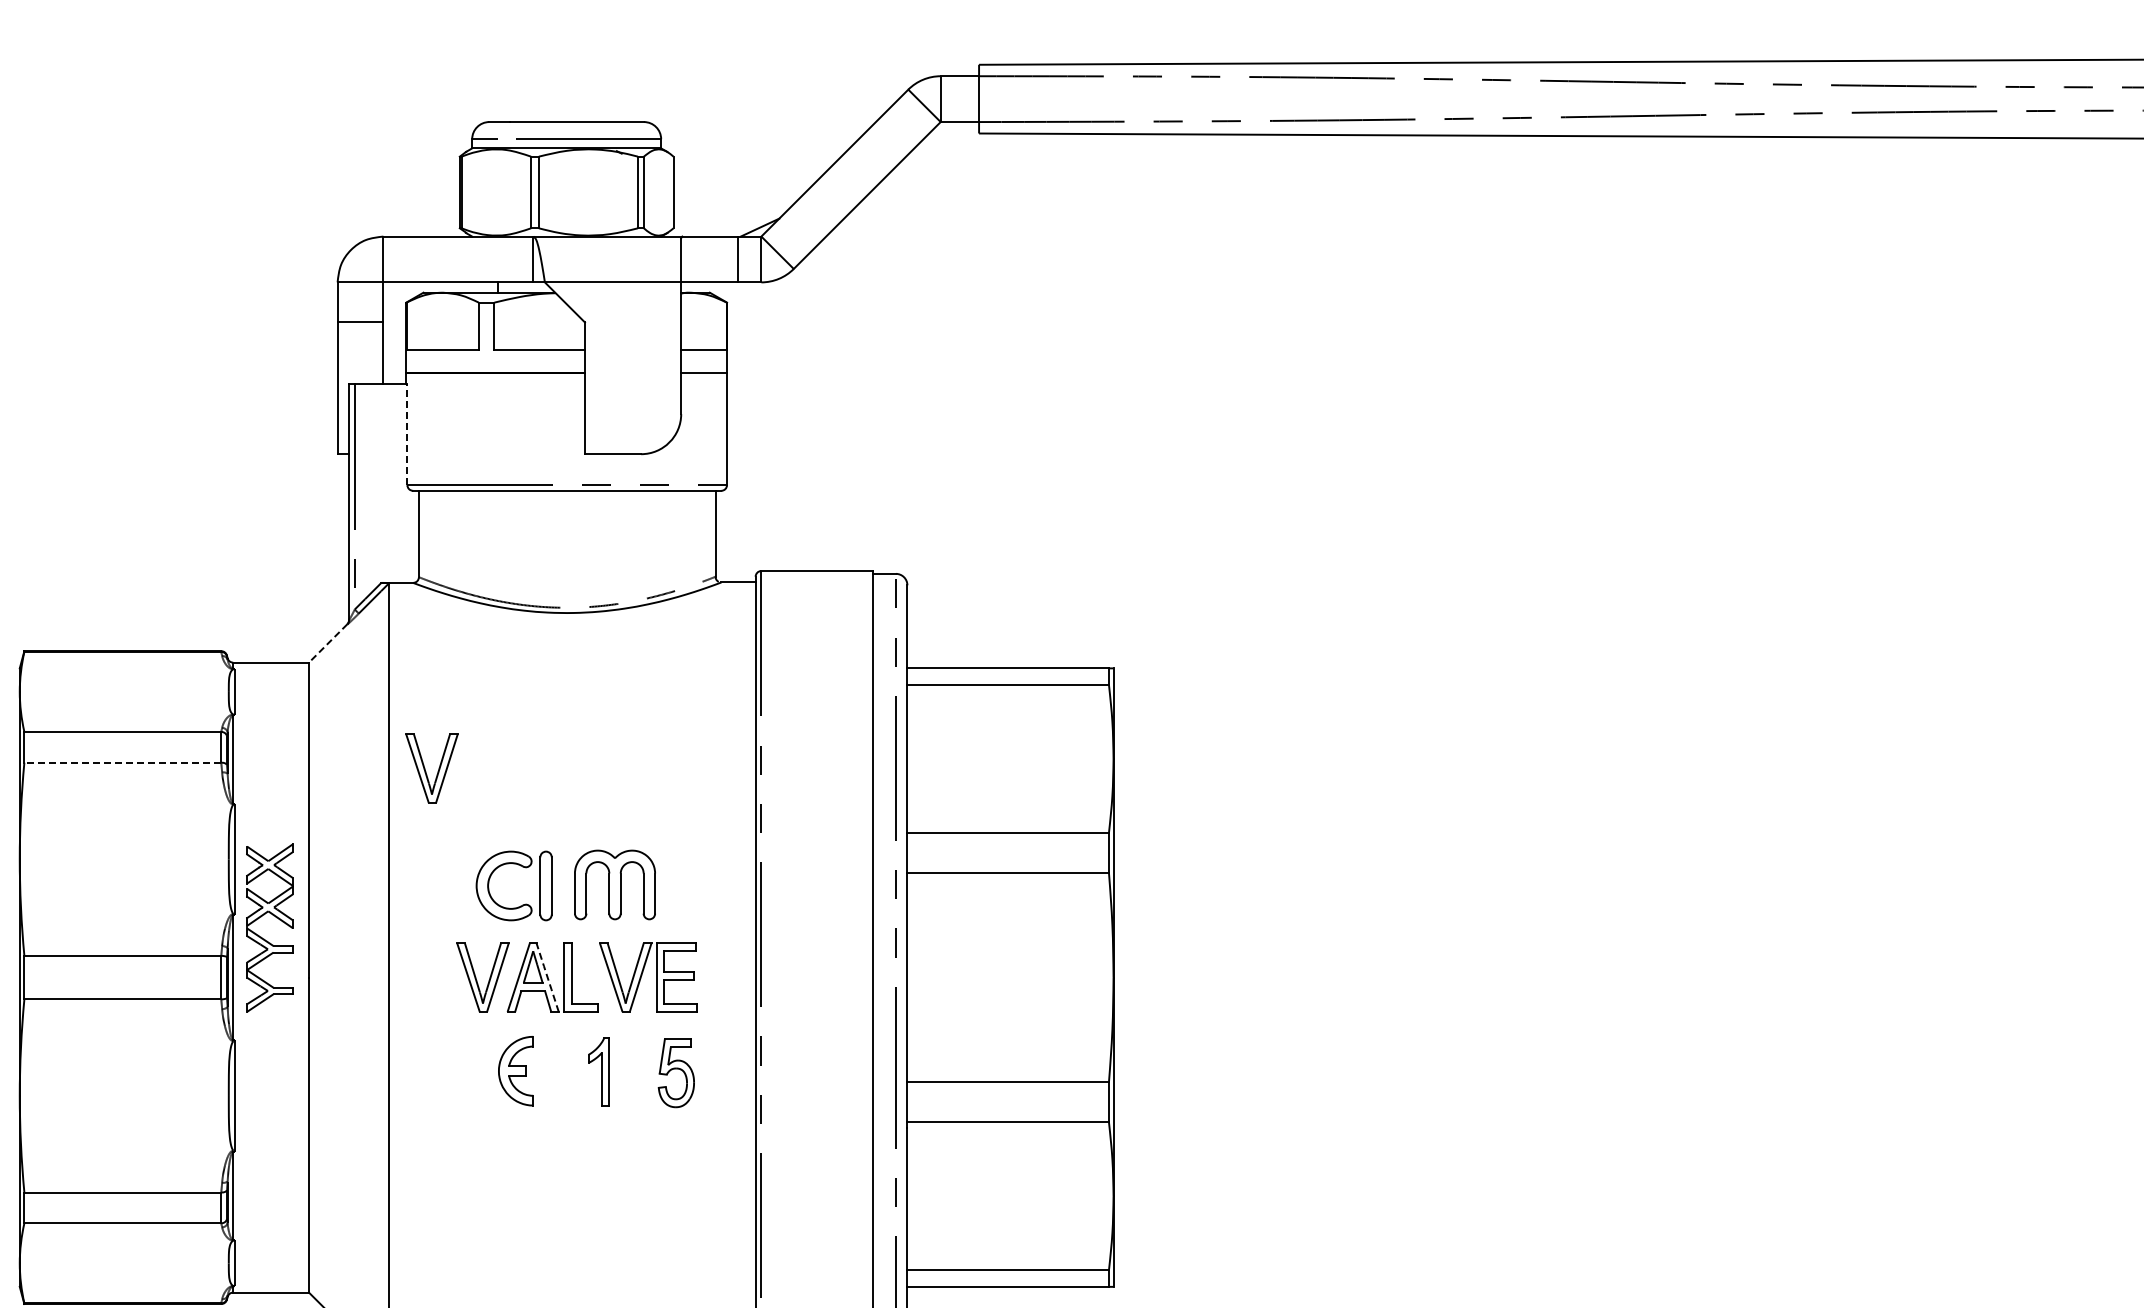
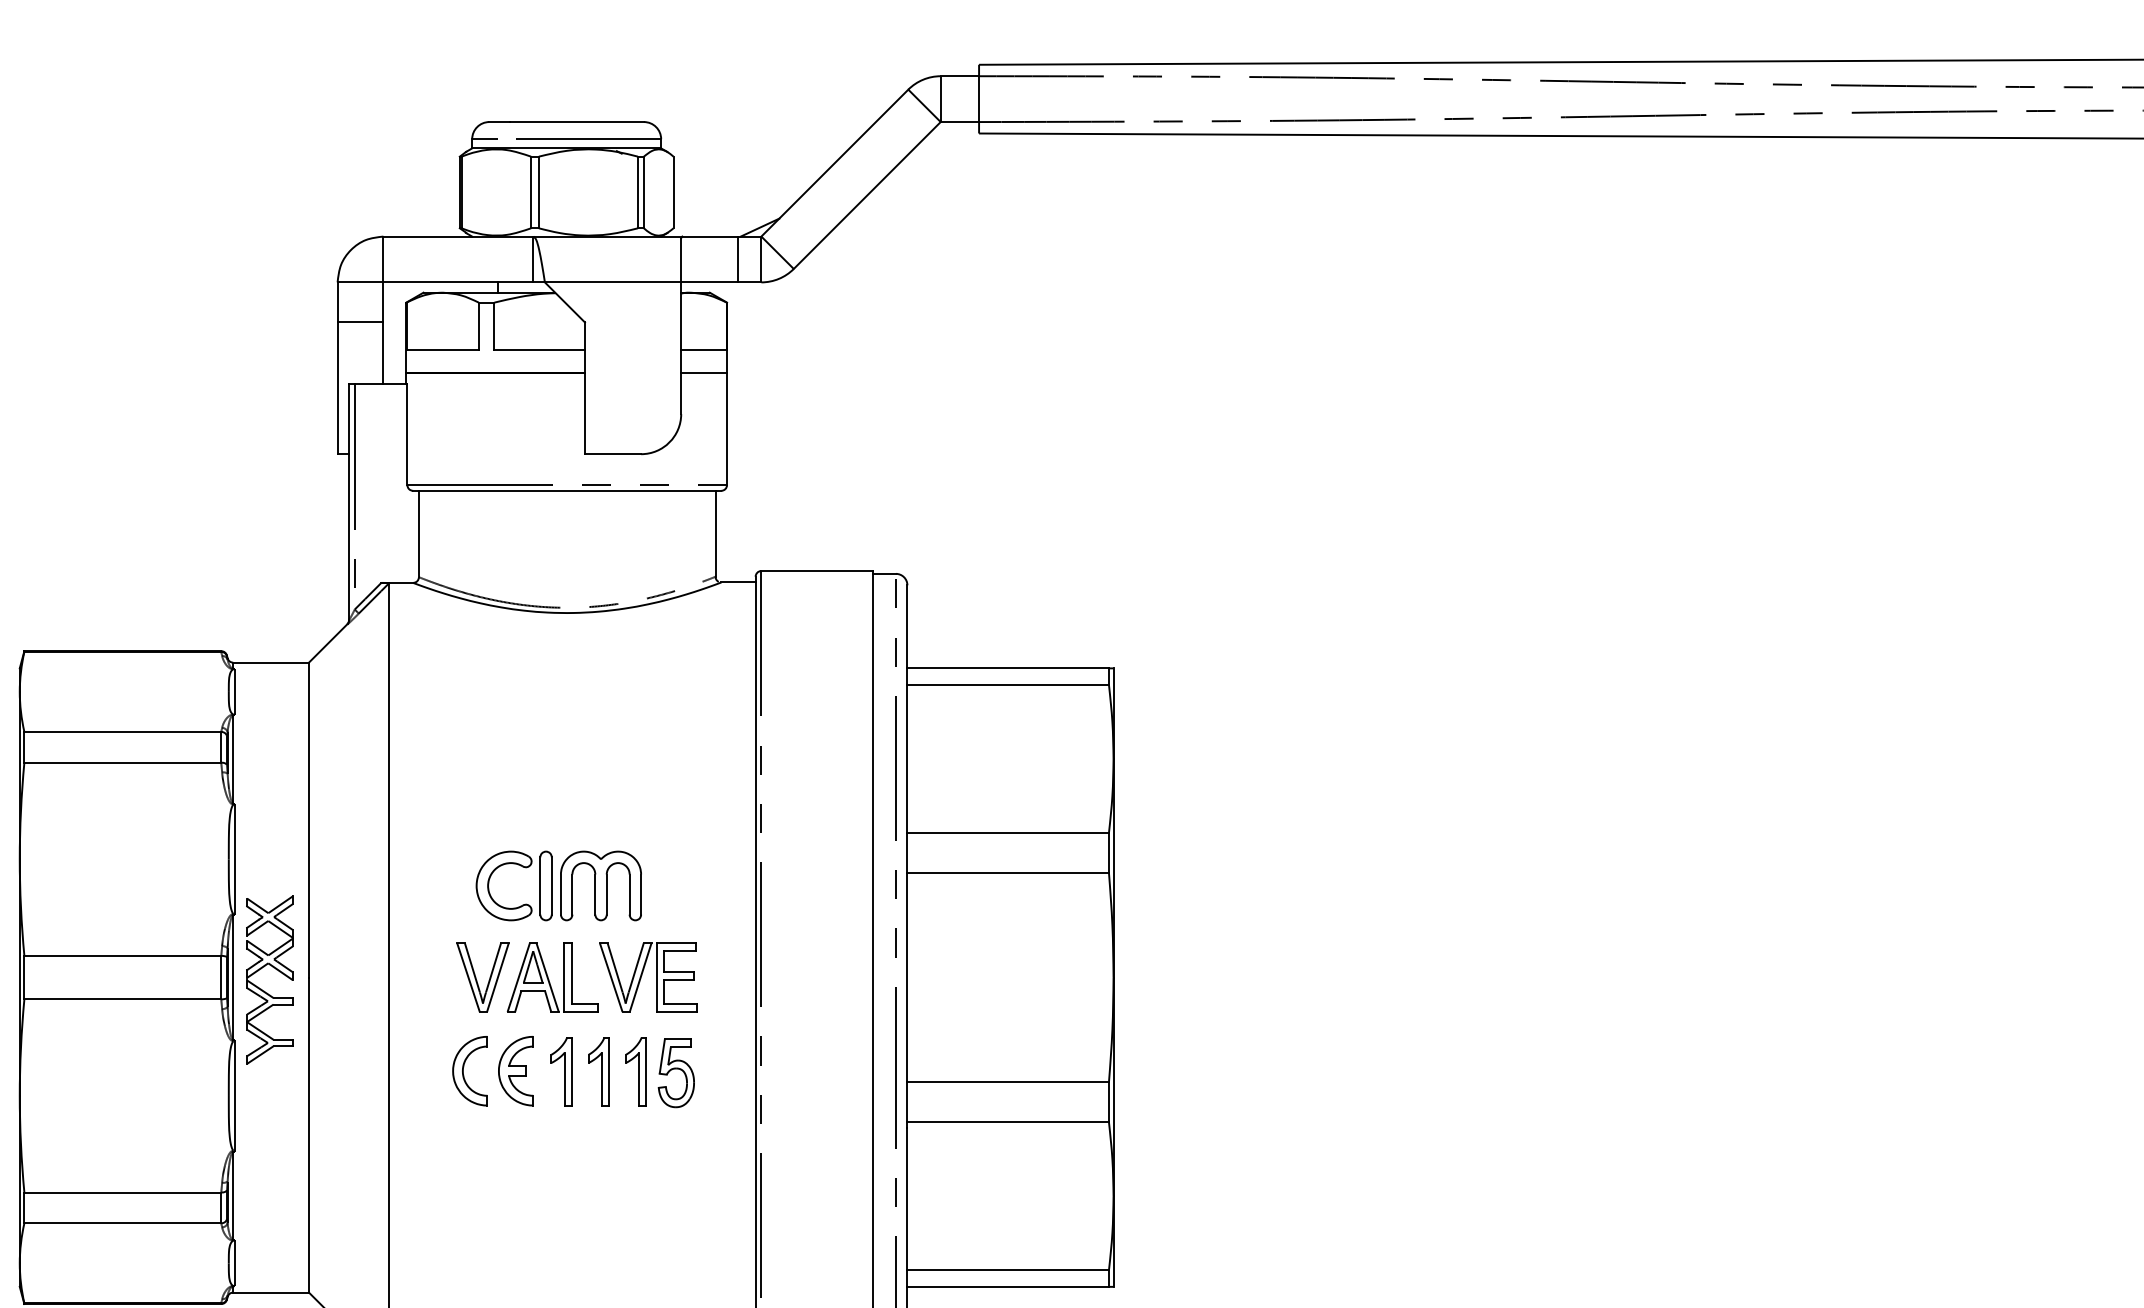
line at (407, 434): dashed -> solid
line at (327, 643): dashed -> solid
line at (122, 762): dashed -> solid
part at (431, 768): present -> none
part at (614, 884) position: (614, 884) -> (600, 885)
part at (276, 918) position: (276, 918) -> (276, 970)
line at (547, 977): dashed -> solid
part at (469, 1071): none -> present
part at (561, 1071): none -> present
part at (635, 1071): none -> present
